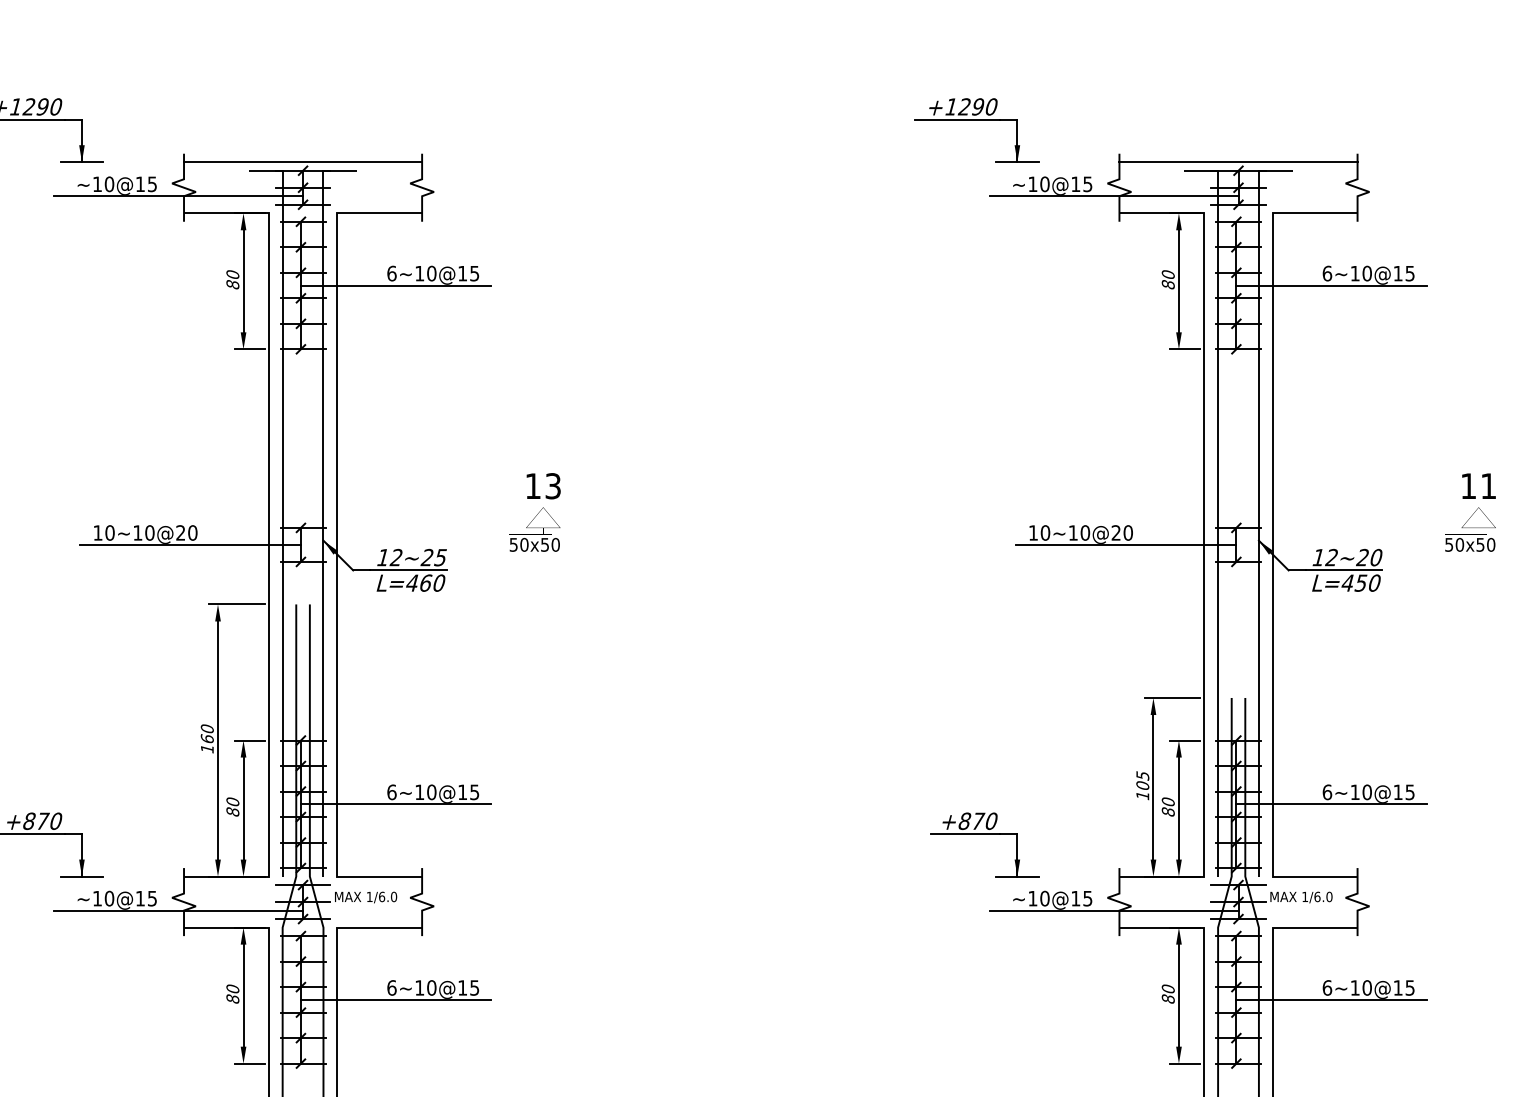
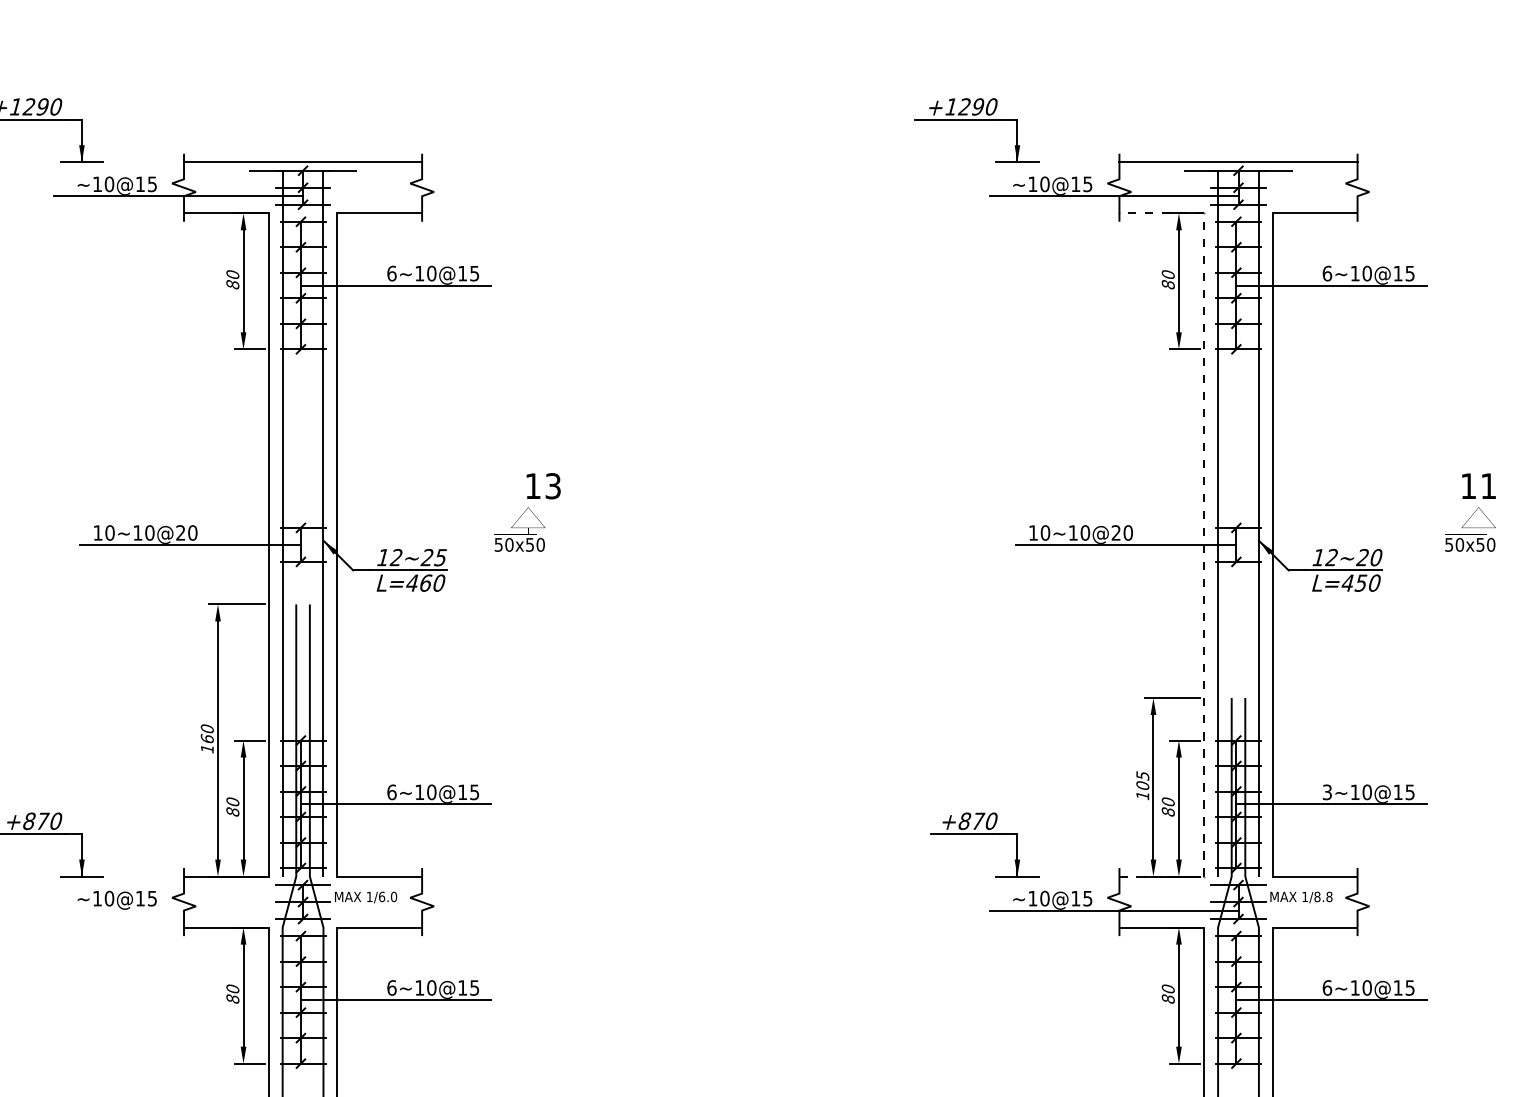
text at (534, 529) position: (534, 529) -> (519, 529)
line at (1204, 544): solid -> dashed
text at (1327, 792): 6~10@15 -> 3~10@15
text at (1323, 896): 1/6.0 -> 1/8.8
line at (178, 910): present -> none
